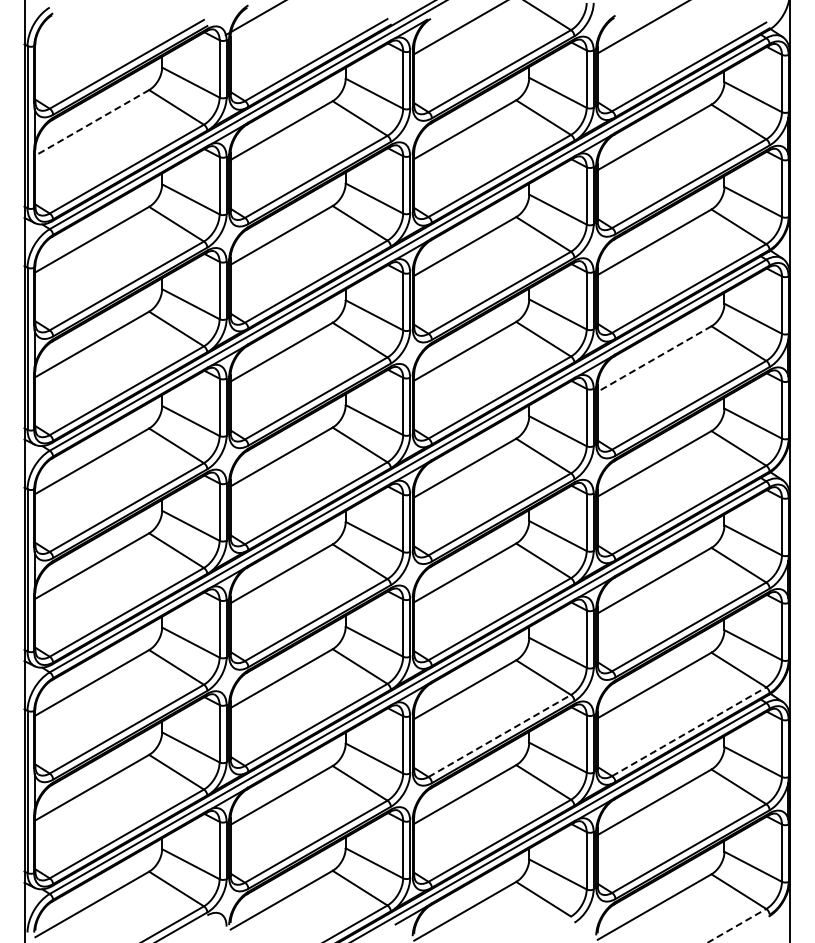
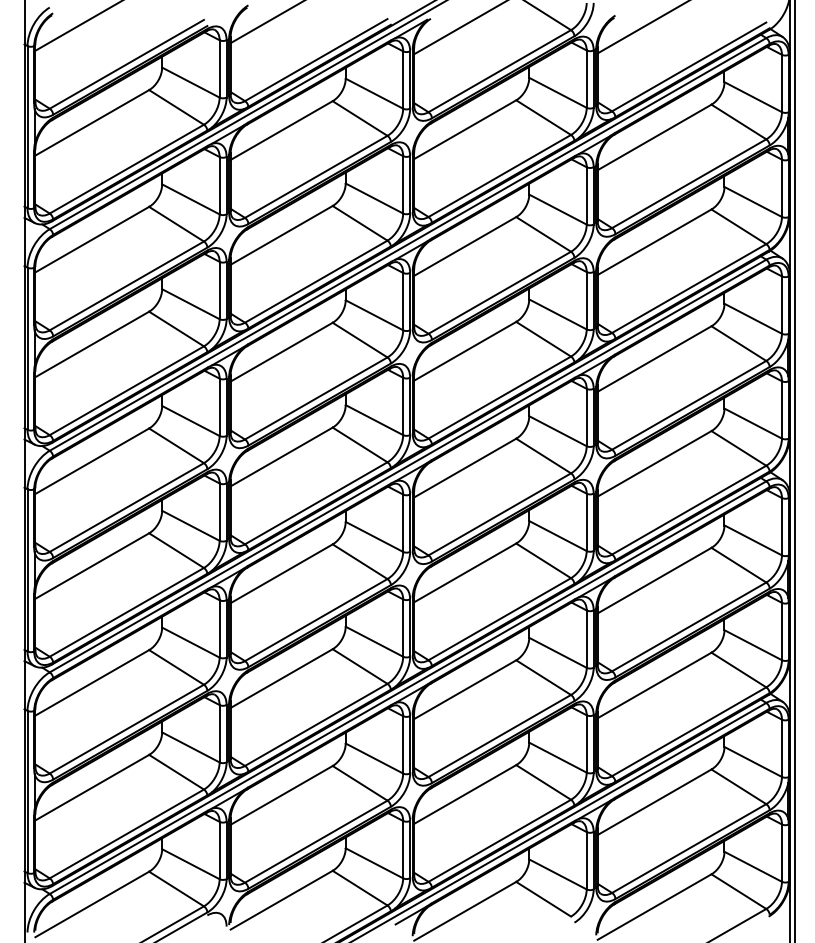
line at (253, 18) position: (253, 18) -> (265, 22)
line at (77, 26): none -> present
line at (92, 122): dashed -> solid
line at (654, 358): dashed -> solid
line at (794, 470): none -> present
line at (689, 731): dashed -> solid
line at (500, 735): dashed -> solid
line at (736, 925): dashed -> solid
